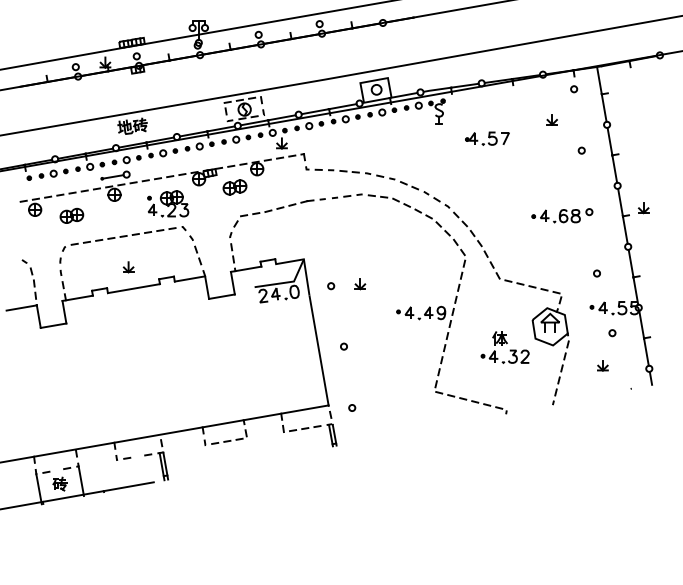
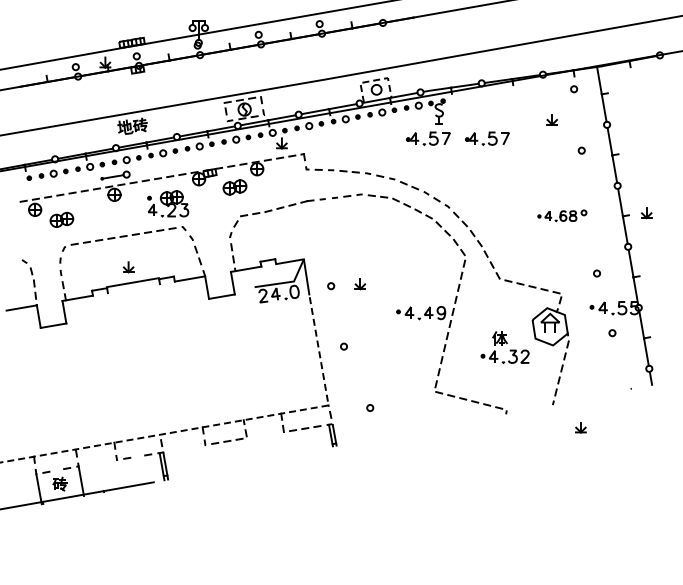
line at (374, 80): solid -> dashed
part at (428, 138): none -> present
part at (643, 208) position: (643, 208) -> (646, 213)
part at (71, 215) position: (71, 215) -> (61, 219)
part at (562, 215) size: 63x16 px -> 51x14 px
line at (133, 288) position: (133, 288) -> (132, 282)
part at (602, 365) position: (602, 365) -> (580, 427)
circle at (352, 407) position: (352, 407) -> (370, 407)
line at (220, 424): solid -> dashed
